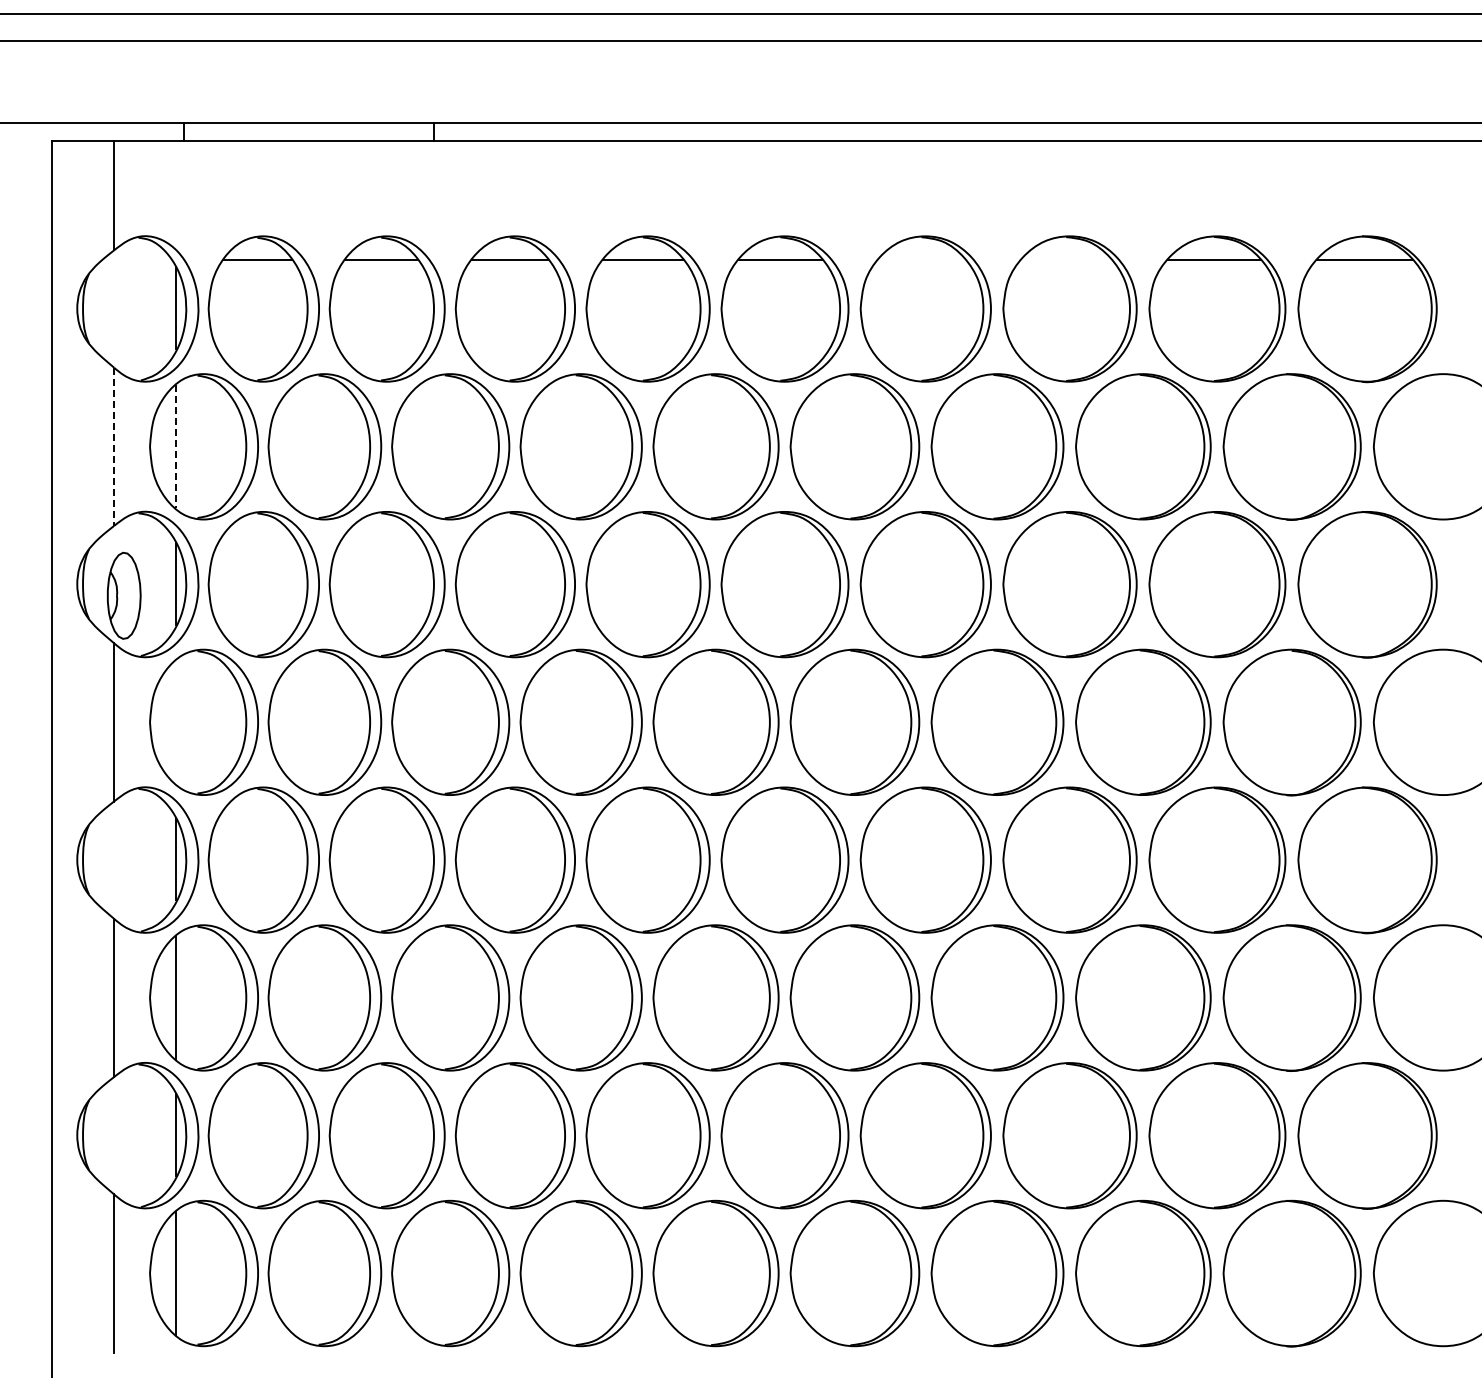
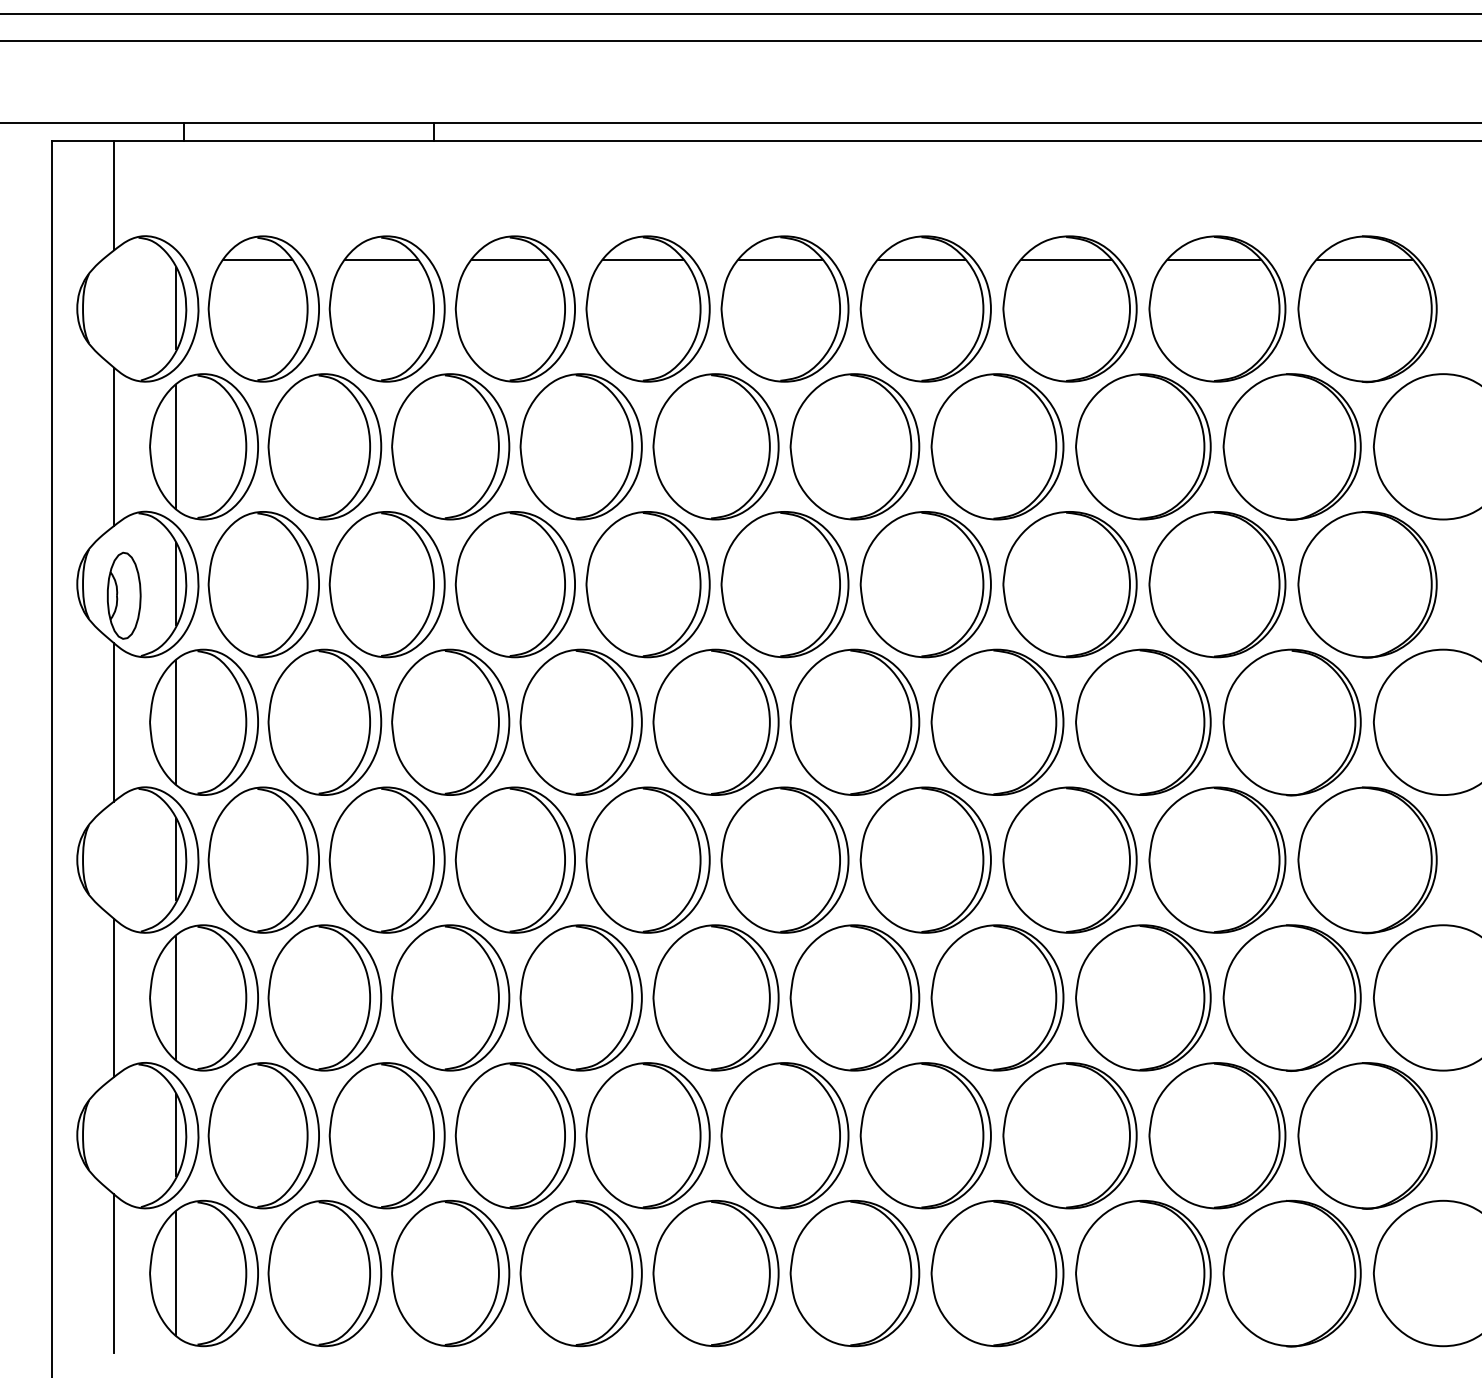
line at (921, 259): none -> present
line at (1066, 259): none -> present
line at (114, 447): dashed -> solid
line at (176, 447): dashed -> solid
line at (176, 722): none -> present
